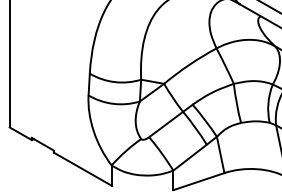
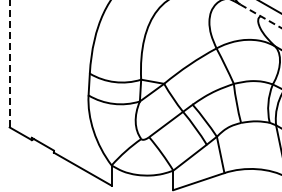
line at (260, 16): solid -> dashed
line at (9, 63): solid -> dashed
